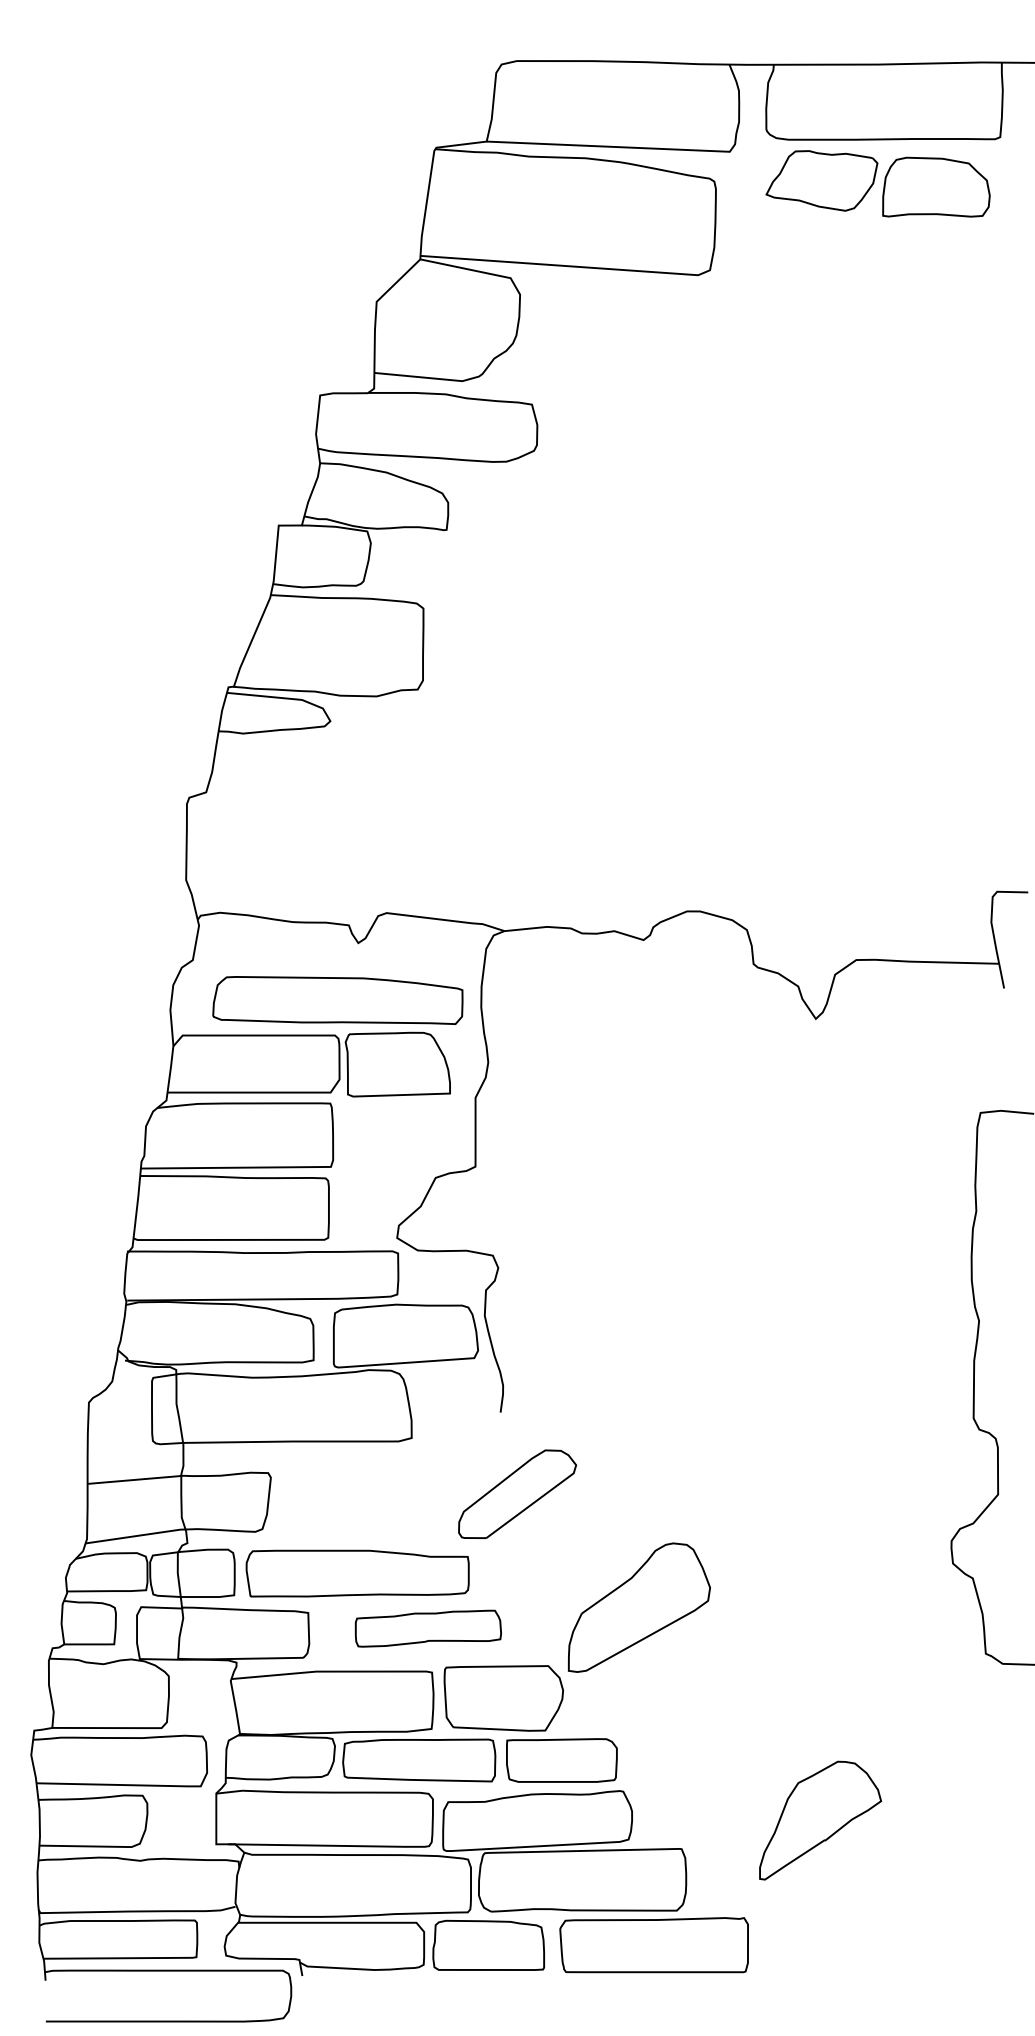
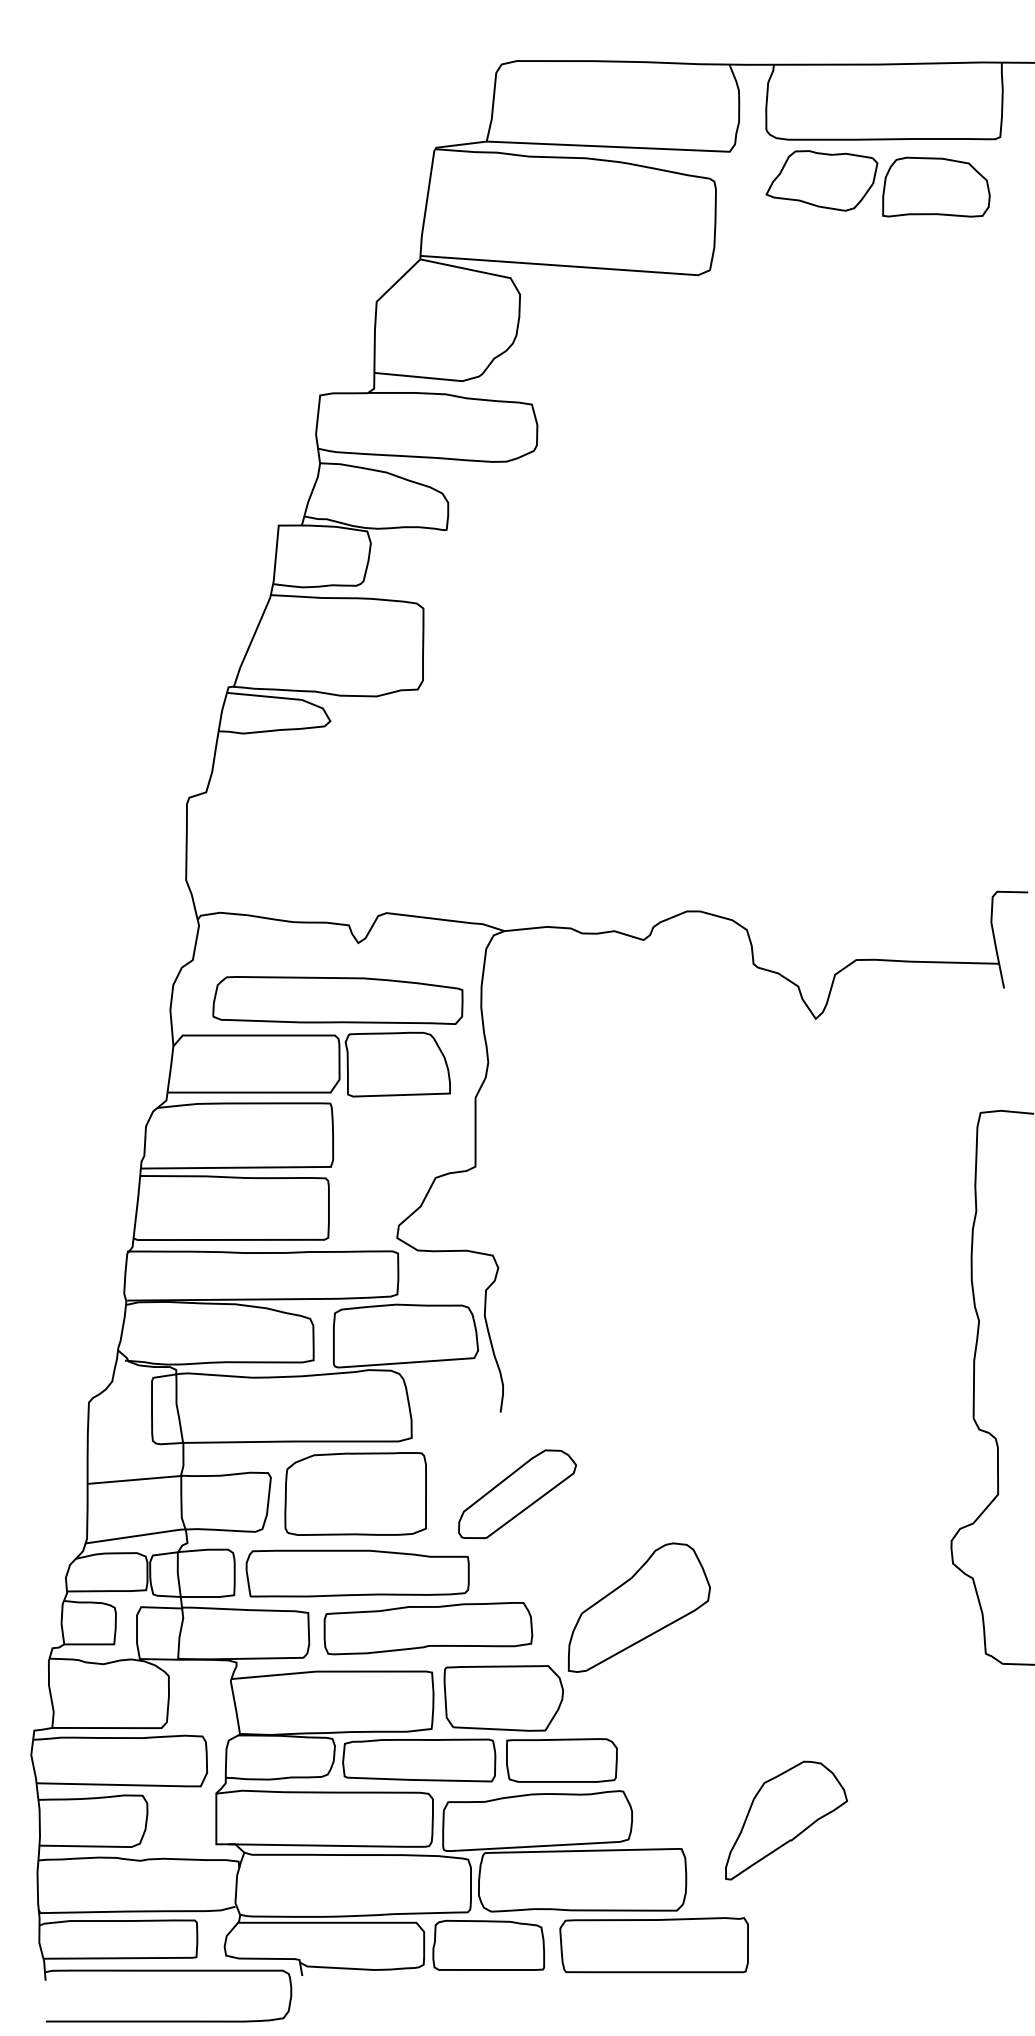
part at (355, 1493): none -> present
part at (427, 1628) size: 148x39 px -> 211x54 px
part at (820, 1820) position: (820, 1820) -> (786, 1820)
